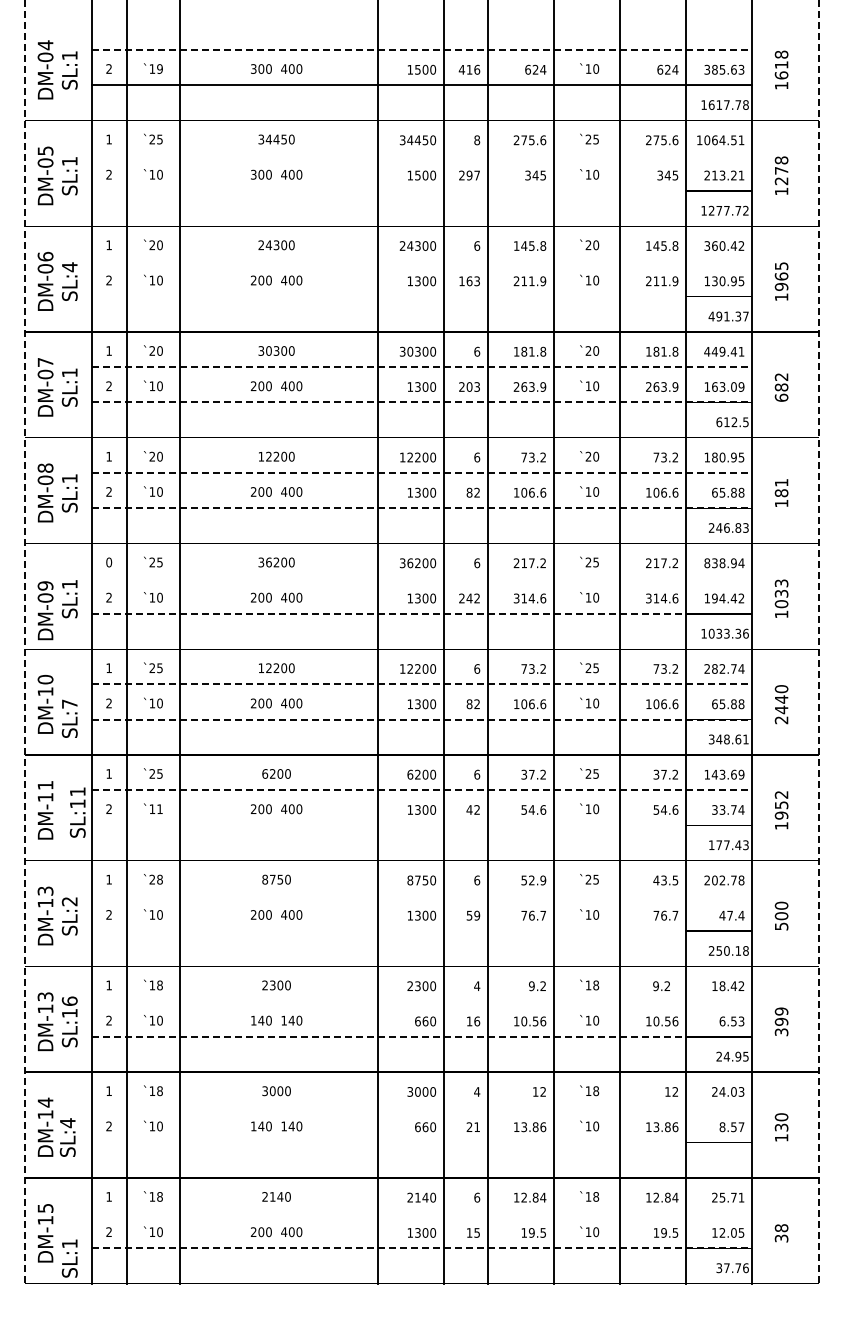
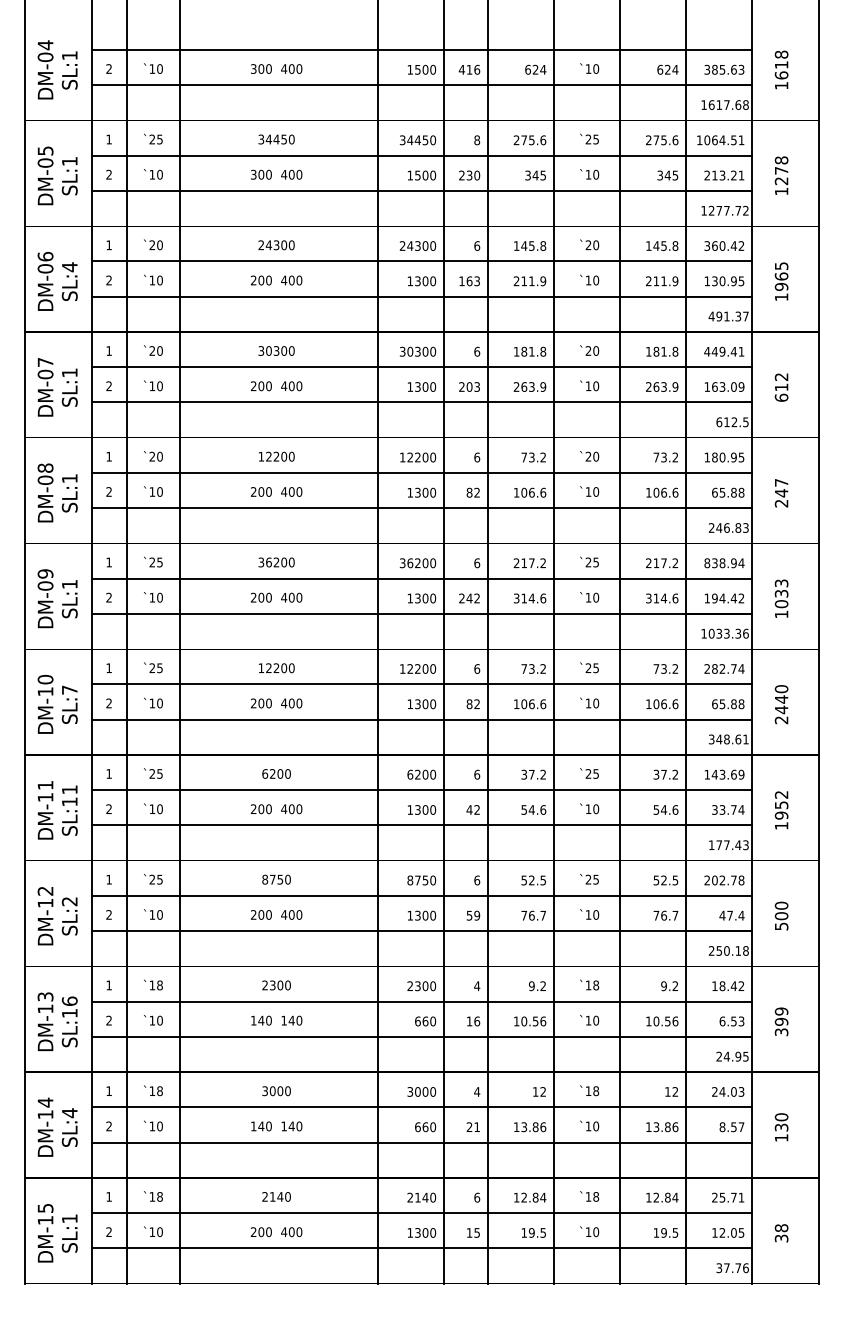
line at (422, 50): dashed -> solid
text at (159, 68): `19 -> `10
text at (738, 104): 1617.78 -> 1617.68
line at (421, 155): none -> present
text at (473, 175): 297 -> 230
line at (421, 190): none -> present
line at (421, 261): none -> present
line at (421, 296): none -> present
line at (422, 367): dashed -> solid
text at (781, 387): 682 -> 612
line at (422, 402): dashed -> solid
line at (422, 472): dashed -> solid
text at (781, 493): 181 -> 247
line at (422, 508): dashed -> solid
text at (109, 562): 0 -> 1
line at (421, 578): none -> present
text at (45, 610) position: (45, 610) -> (45, 598)
line at (422, 613): dashed -> solid
line at (25, 642): dashed -> solid
line at (818, 642): dashed -> solid
line at (422, 684): dashed -> solid
text at (69, 718) position: (69, 718) -> (69, 704)
line at (422, 719): dashed -> solid
line at (422, 790): dashed -> solid
text at (159, 809): `11 -> `10
text at (77, 812) position: (77, 812) -> (69, 810)
line at (421, 825): none -> present
text at (159, 879): `28 -> `25
text at (543, 880): 52.9 -> 52.5
text at (659, 880): 43.5 -> 52.5
text at (45, 890): DM-13 -> DM-12
line at (421, 895): none -> present
line at (421, 931): none -> present
text at (661, 986) position: (661, 986) -> (669, 986)
line at (421, 1001): none -> present
line at (422, 1036): dashed -> solid
line at (421, 1107): none -> present
text at (67, 1137) position: (67, 1137) -> (69, 1127)
line at (421, 1142): none -> present
line at (421, 1213): none -> present
line at (422, 1248): dashed -> solid
text at (69, 1258) position: (69, 1258) -> (69, 1233)
